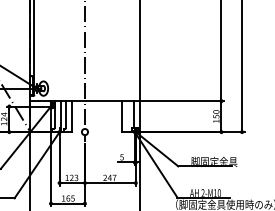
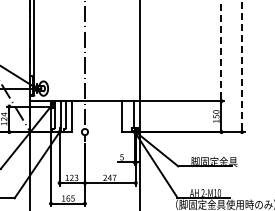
line at (221, 49): solid -> dashed
line at (242, 65): solid -> dashed
